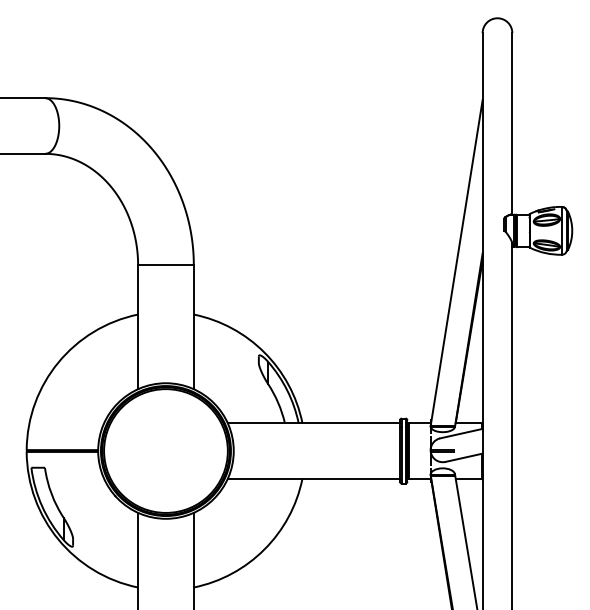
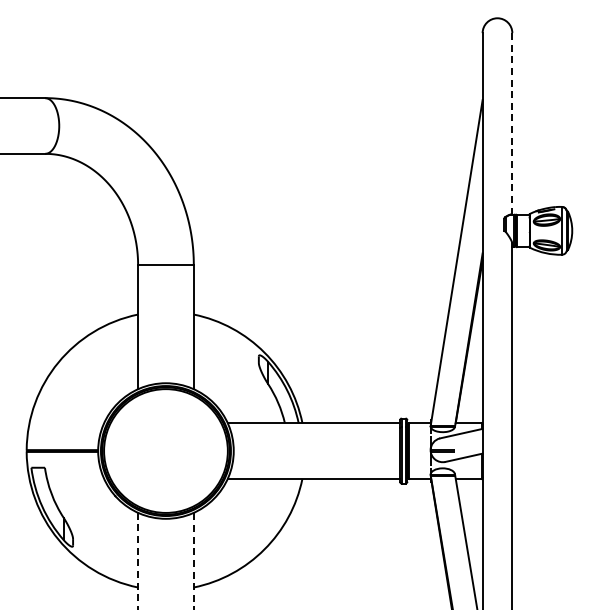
line at (512, 123): solid -> dashed
line at (193, 560): solid -> dashed
line at (138, 561): solid -> dashed
